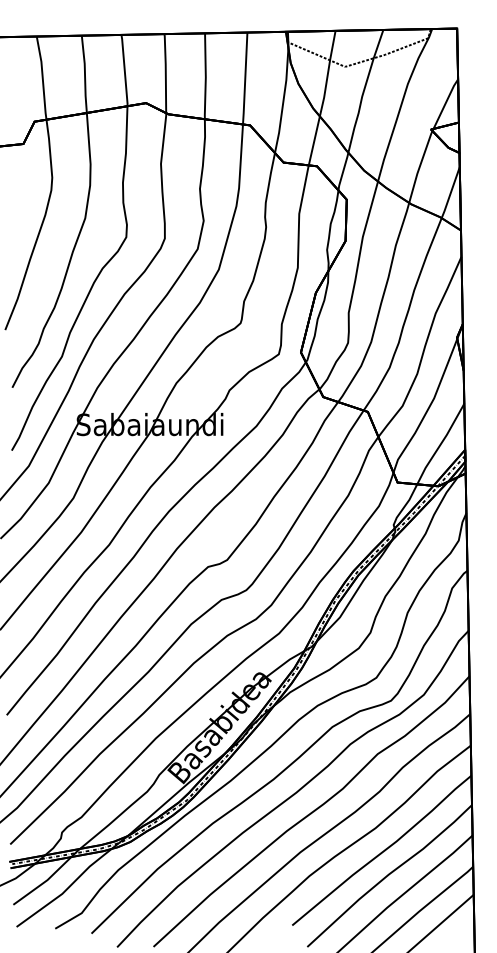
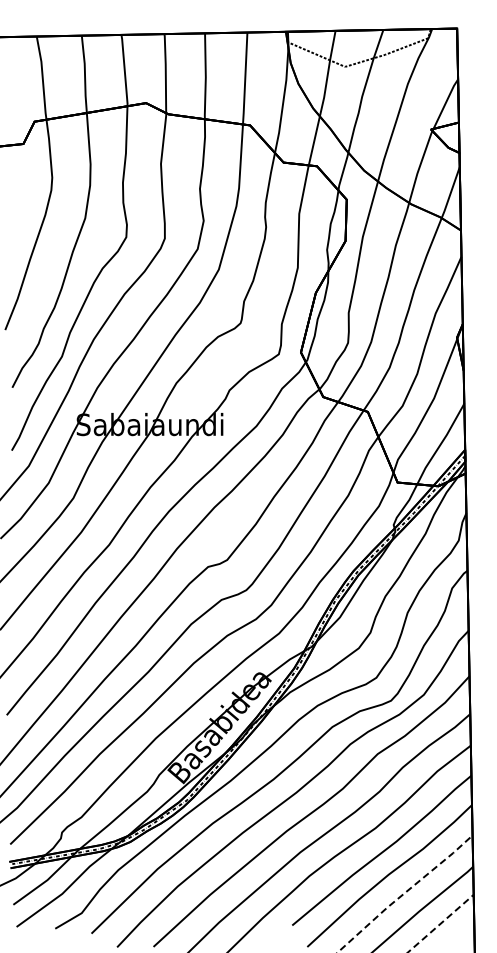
line at (404, 893): solid -> dashed
line at (440, 923): solid -> dashed
